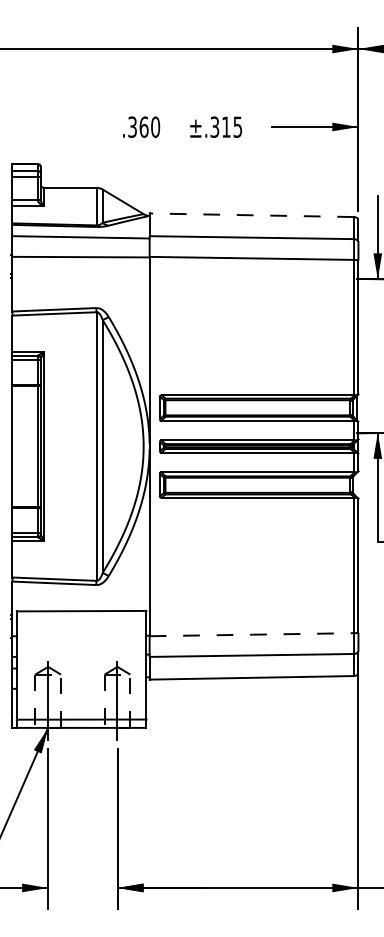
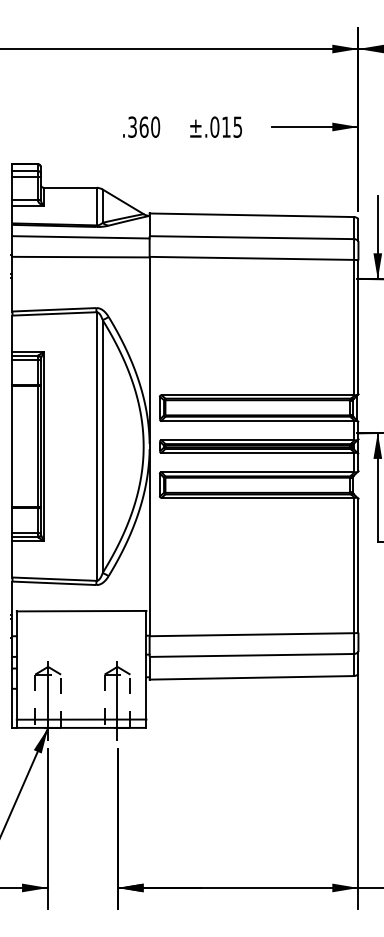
text at (214, 126): ±.315 -> ±.015
line at (251, 215): dashed -> solid
line at (252, 634): dashed -> solid
